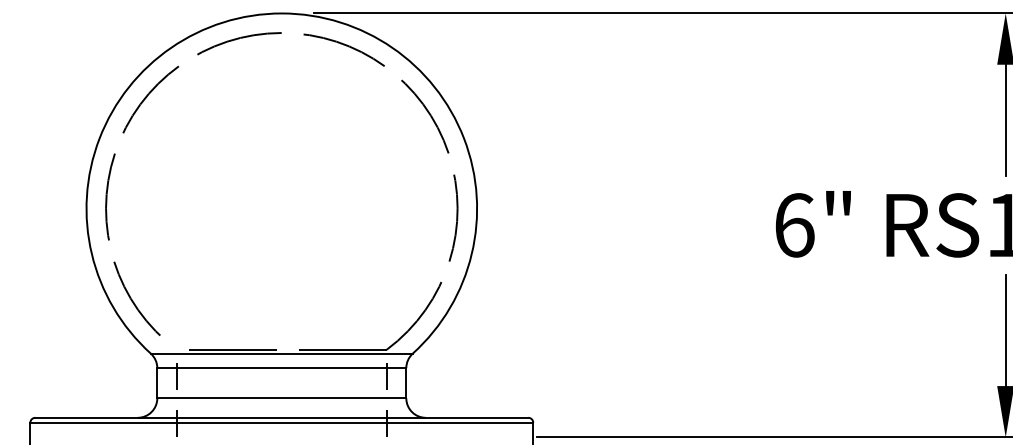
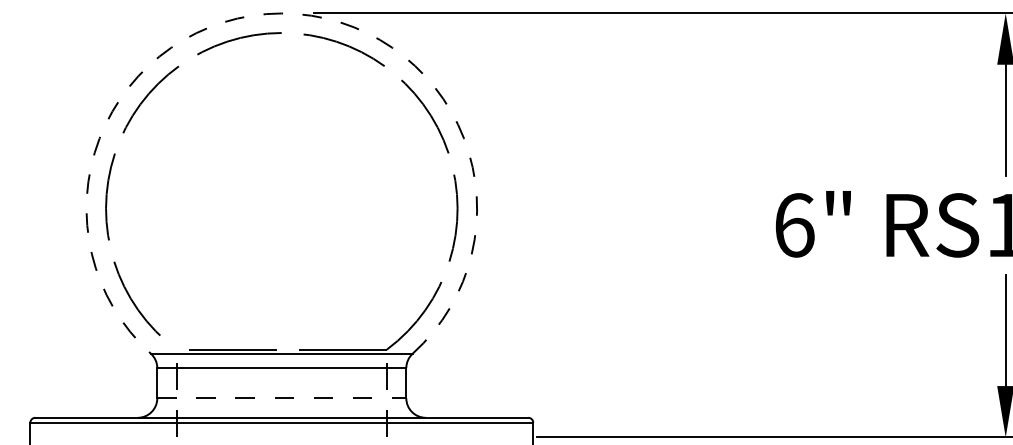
arc at (281, 13): solid -> dashed
line at (282, 398): solid -> dashed
